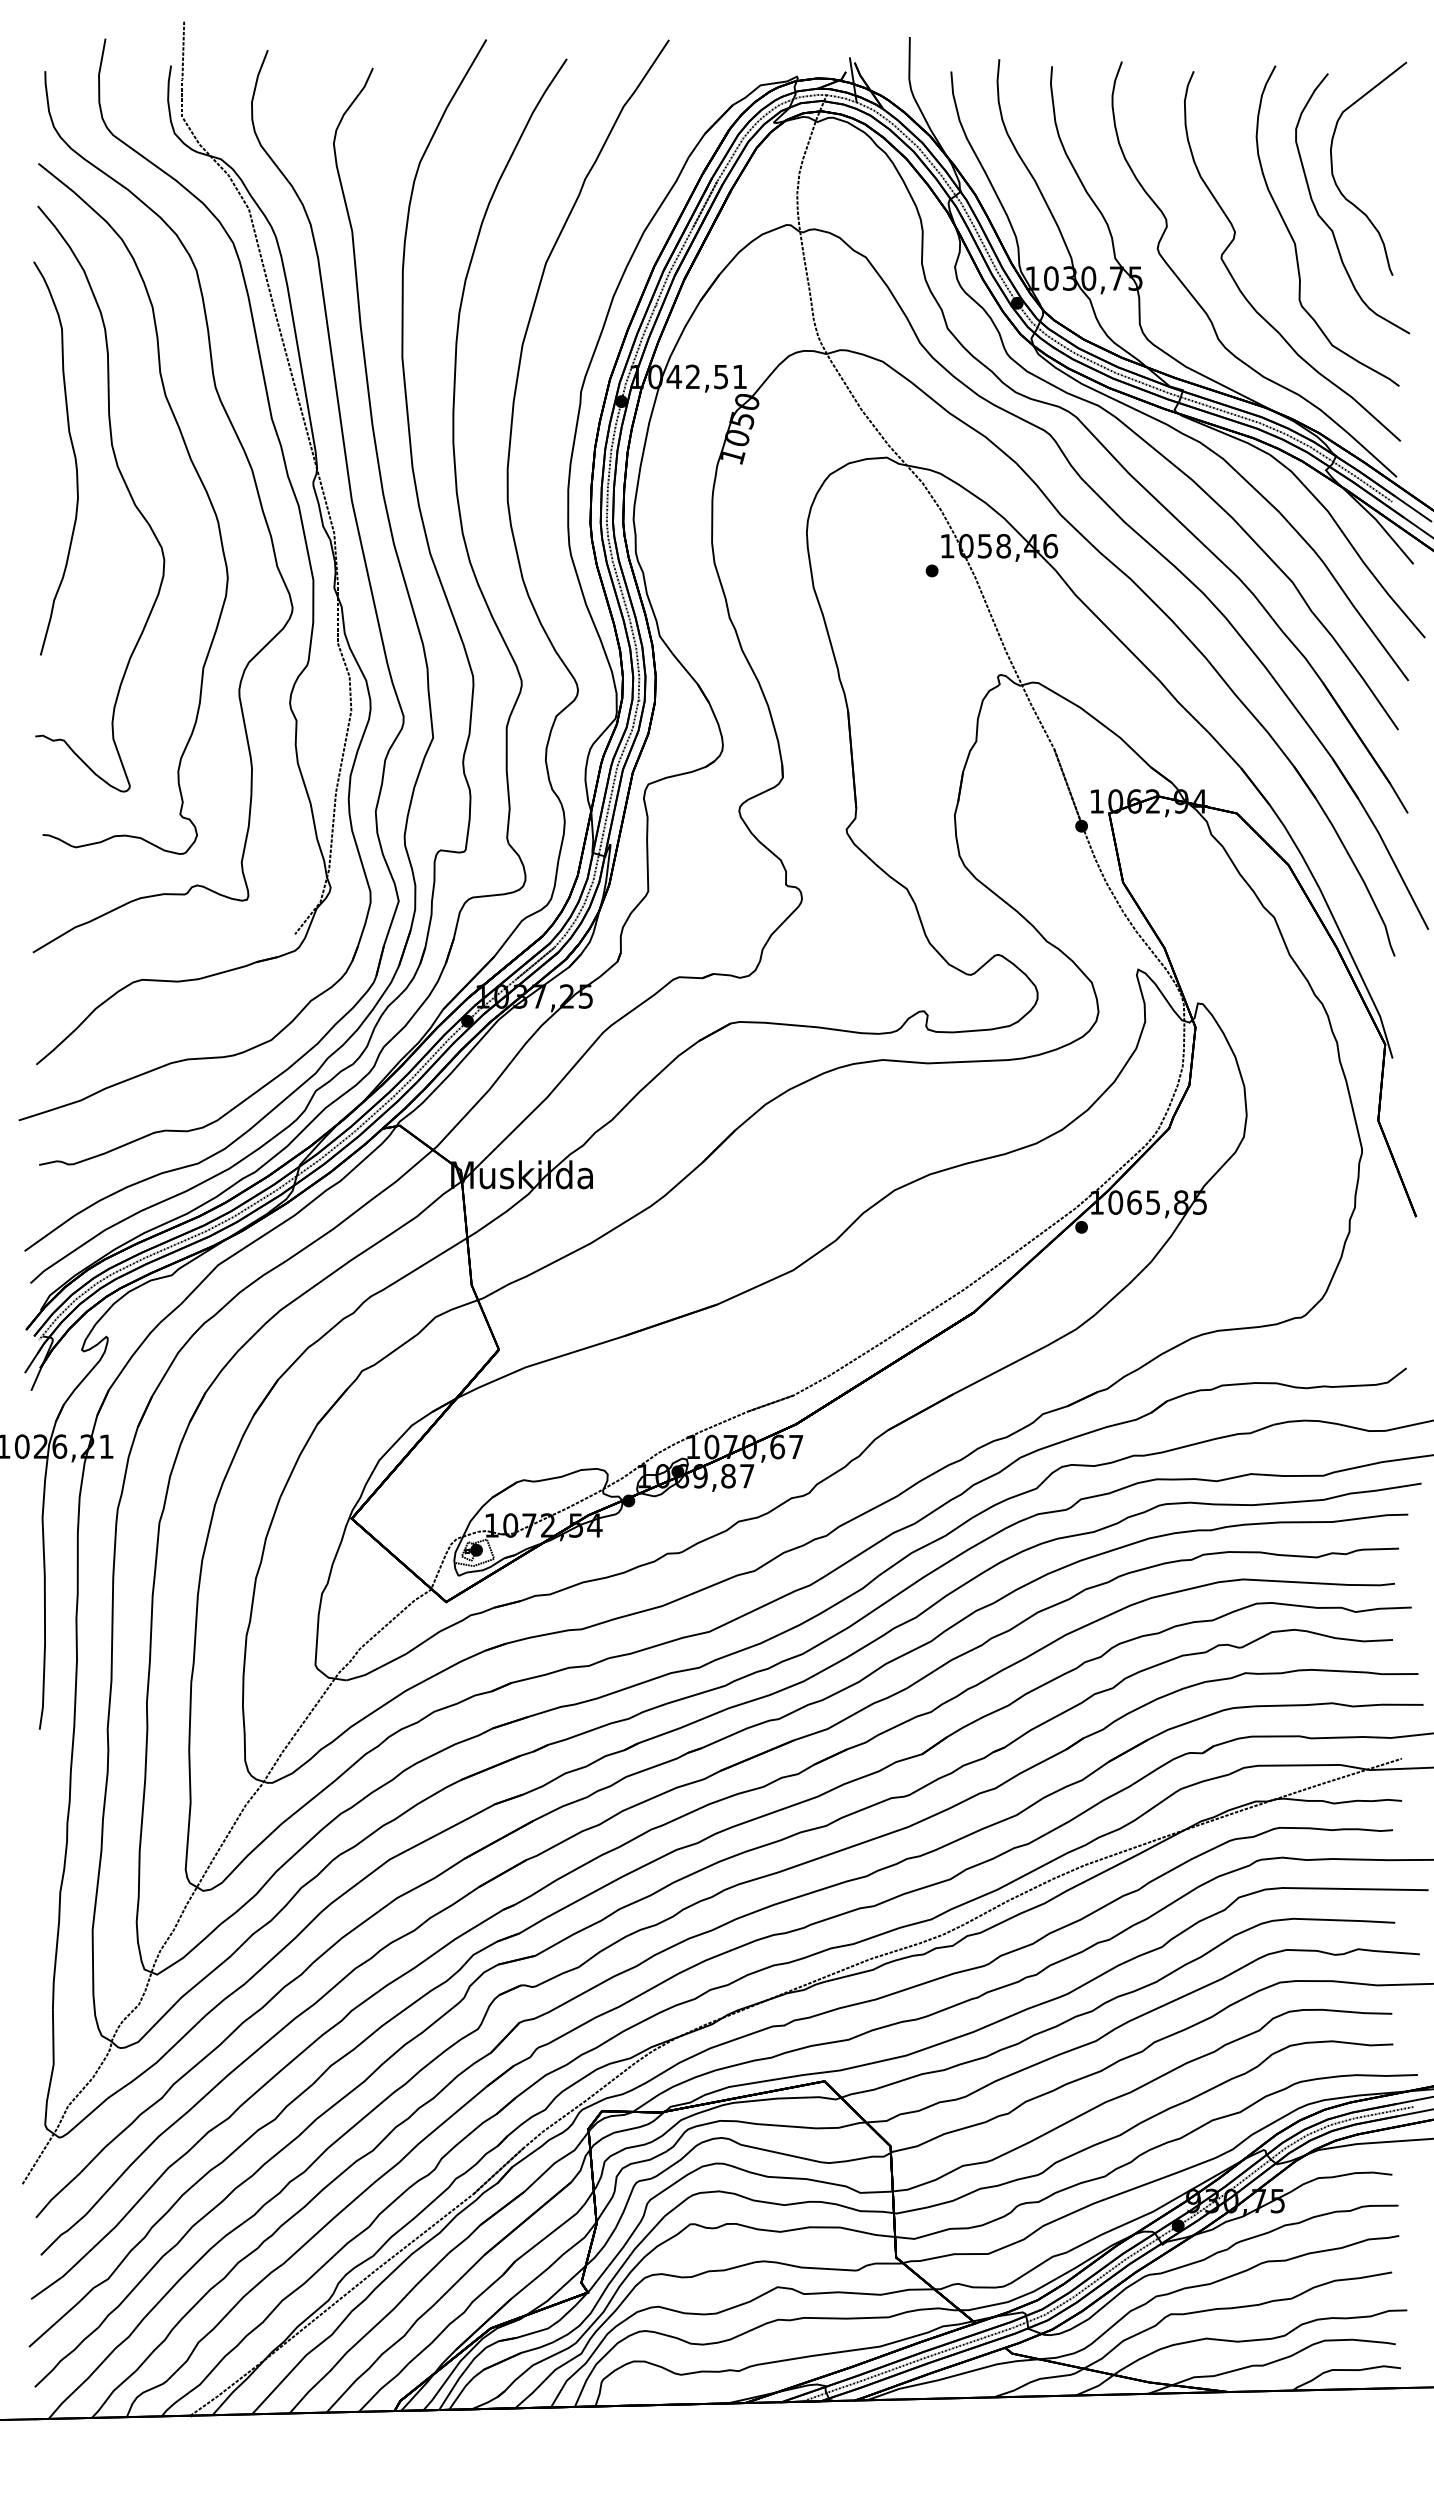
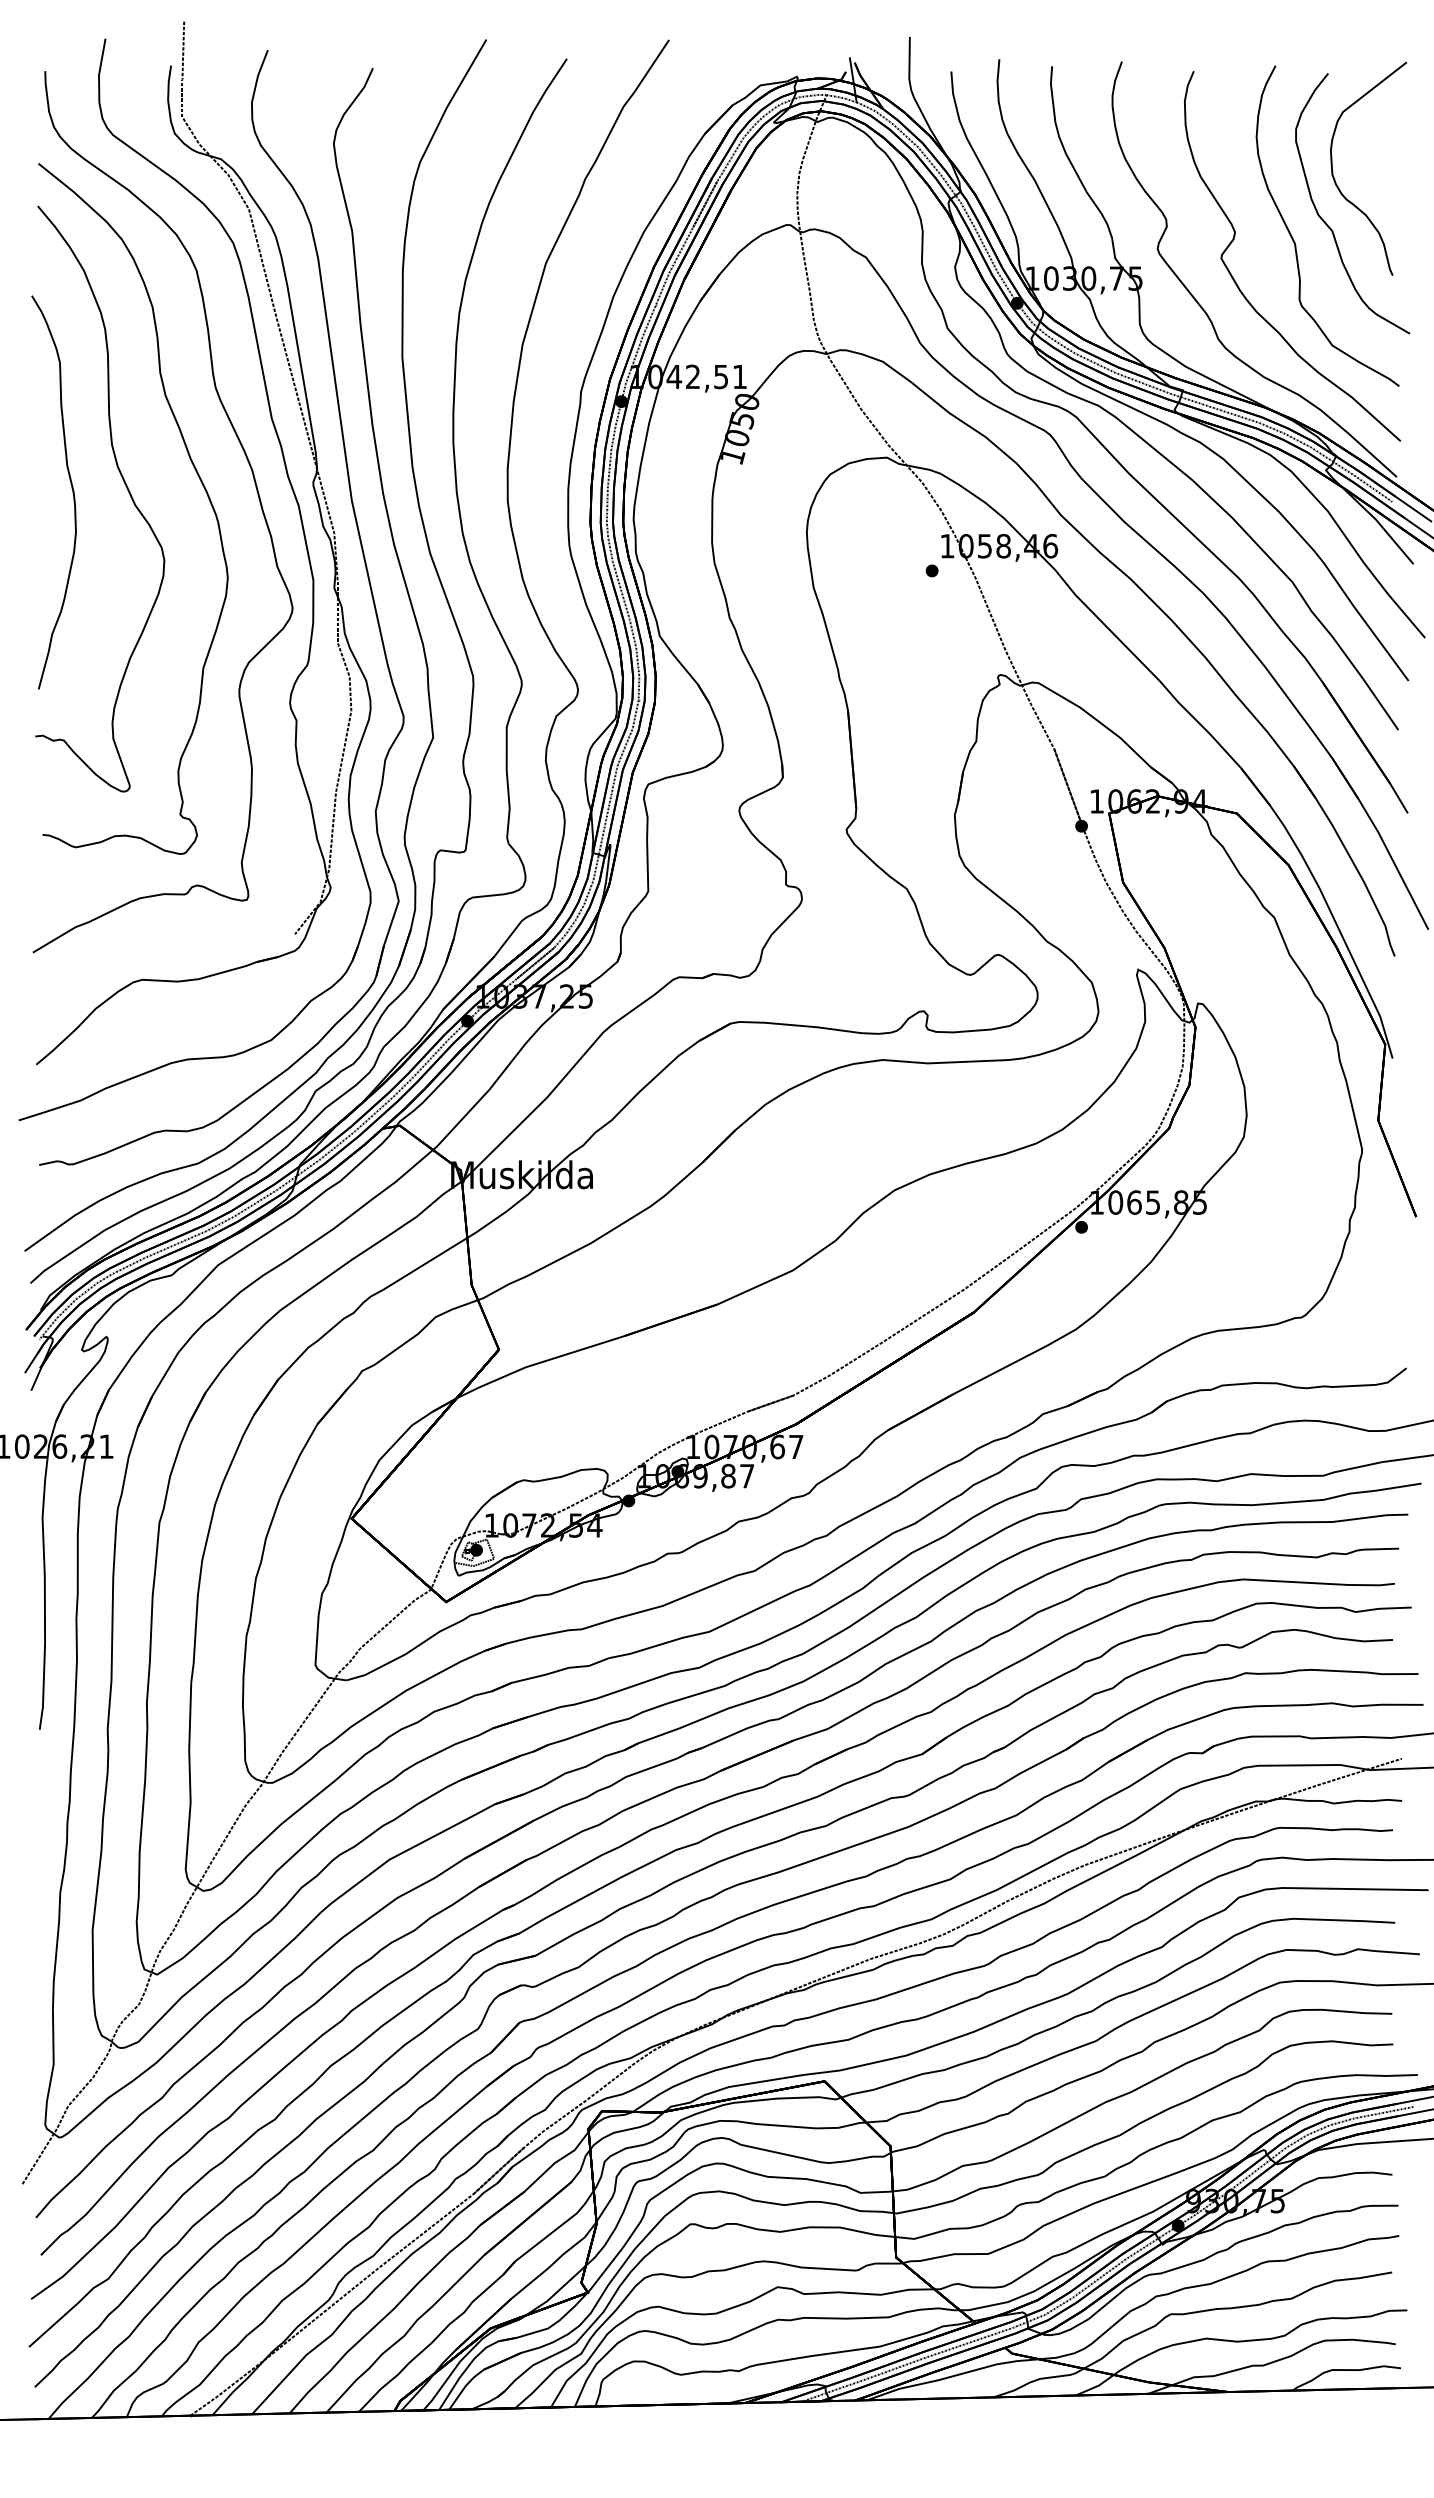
curve at (73, 454) position: (73, 454) -> (71, 488)
